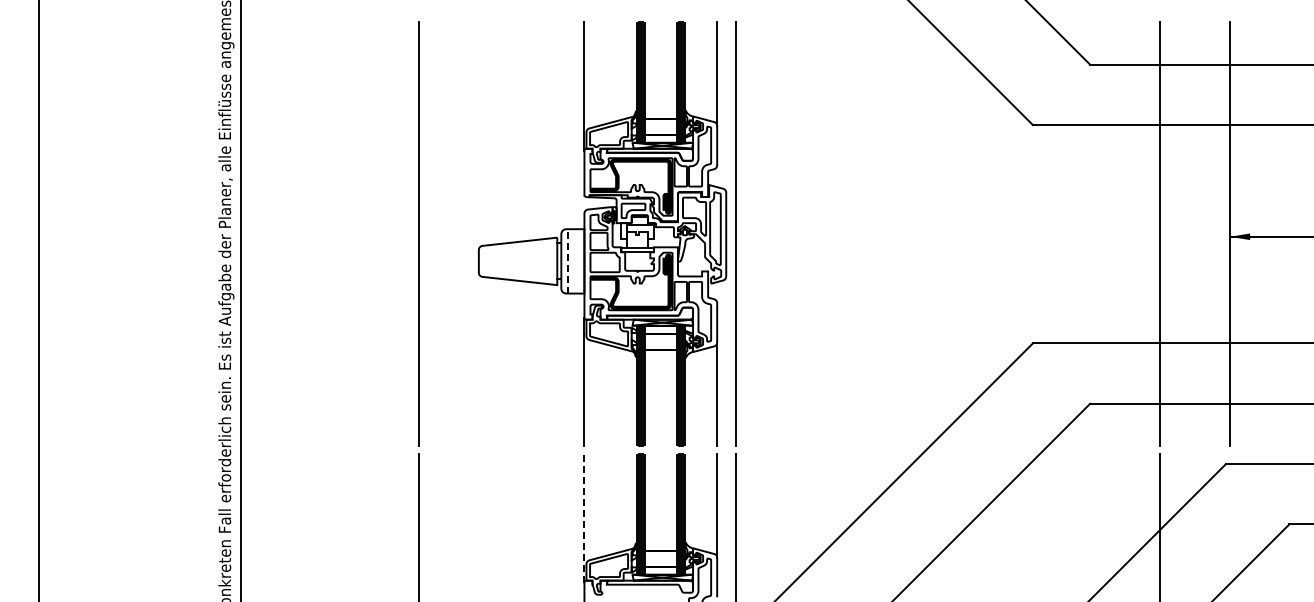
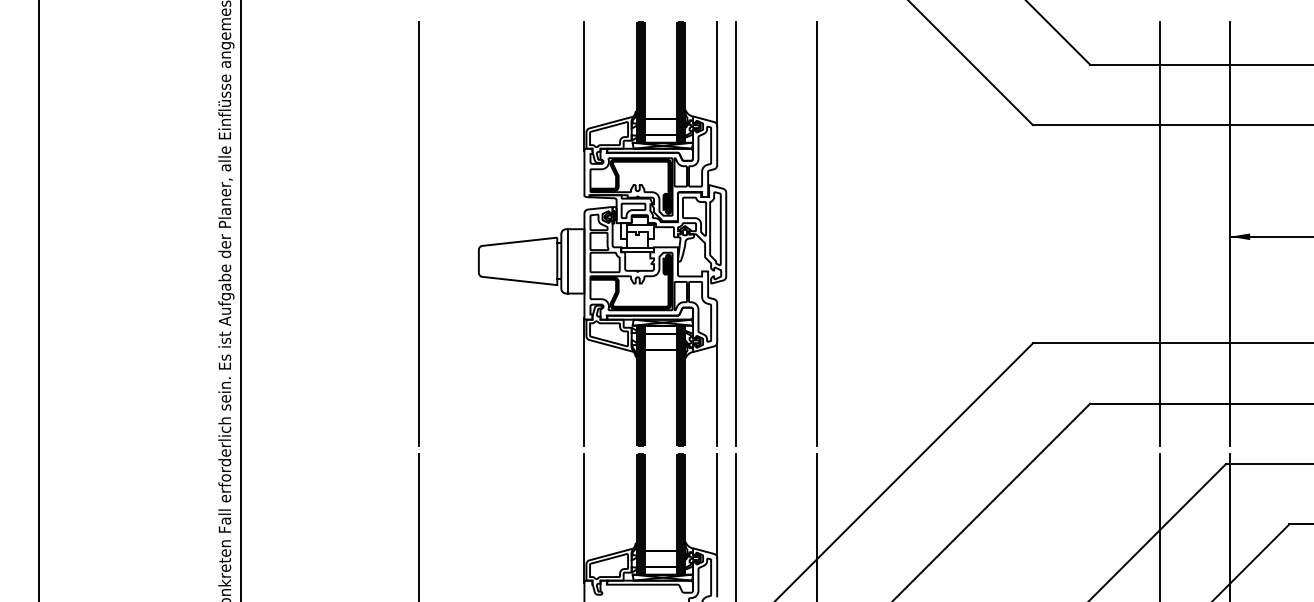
line at (816, 234): none -> present
line at (568, 260): dashed -> solid
line at (584, 517): dashed -> solid
line at (816, 526): none -> present
line at (1230, 526): none -> present
